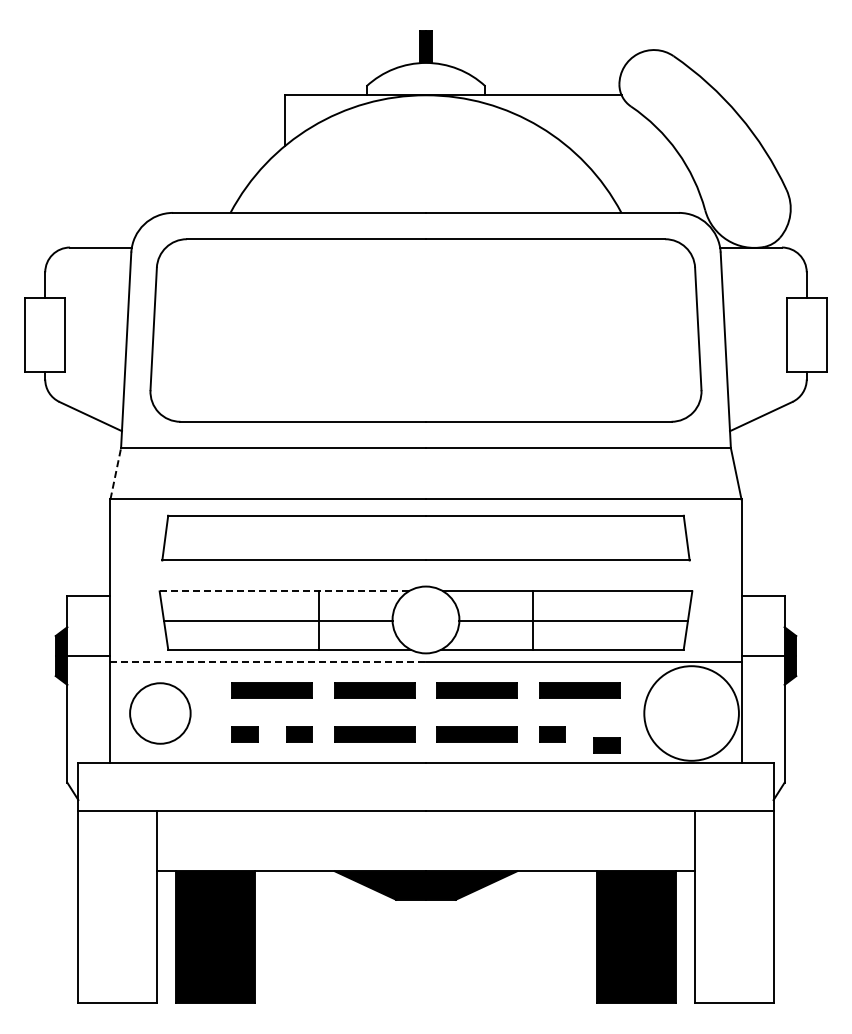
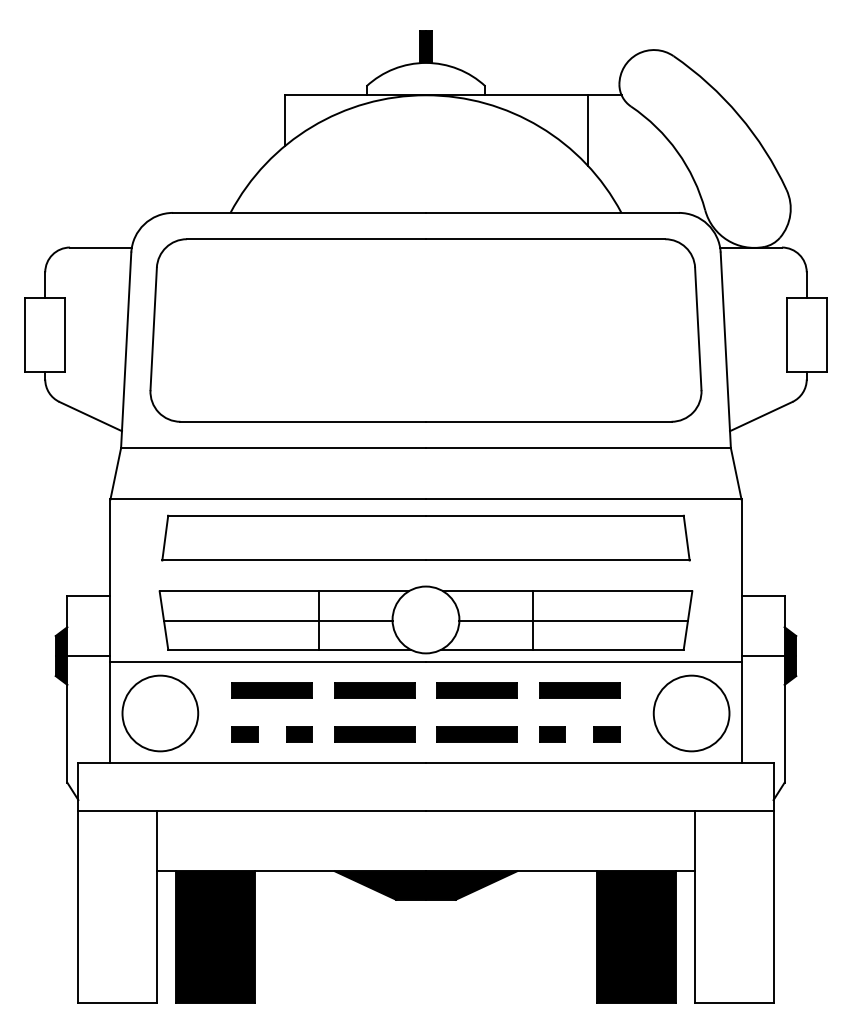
line at (588, 130): none -> present
line at (115, 473): dashed -> solid
line at (283, 591): dashed -> solid
line at (268, 661): dashed -> solid
circle at (160, 713) diameter: 61 px -> 76 px
circle at (691, 713) diameter: 95 px -> 76 px
part at (606, 745) position: (606, 745) -> (606, 734)
